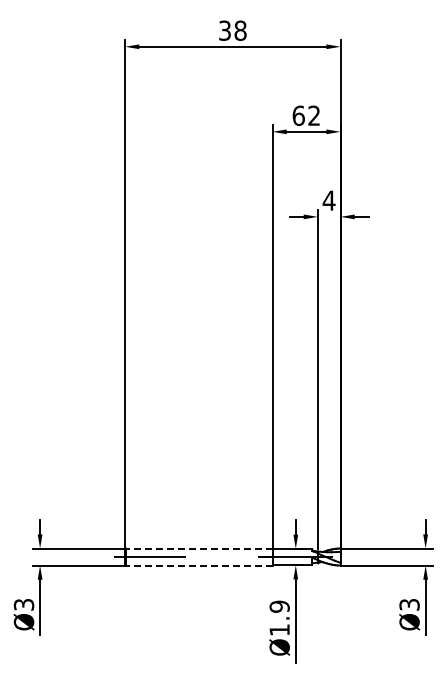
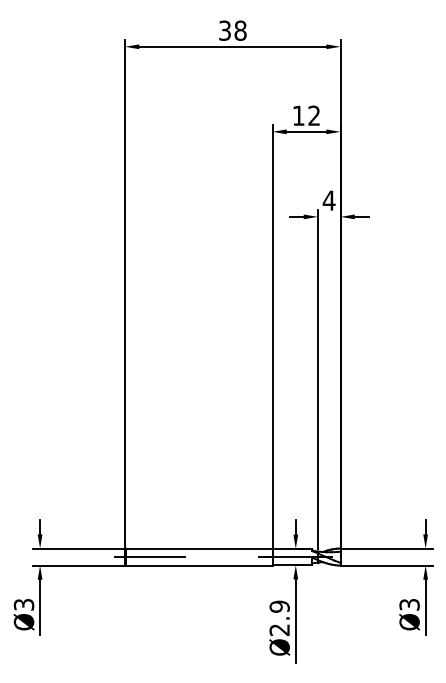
text at (298, 115): 62 -> 12
line at (198, 548): dashed -> solid
line at (198, 565): dashed -> solid
text at (279, 629): Ø1.9 -> Ø2.9
